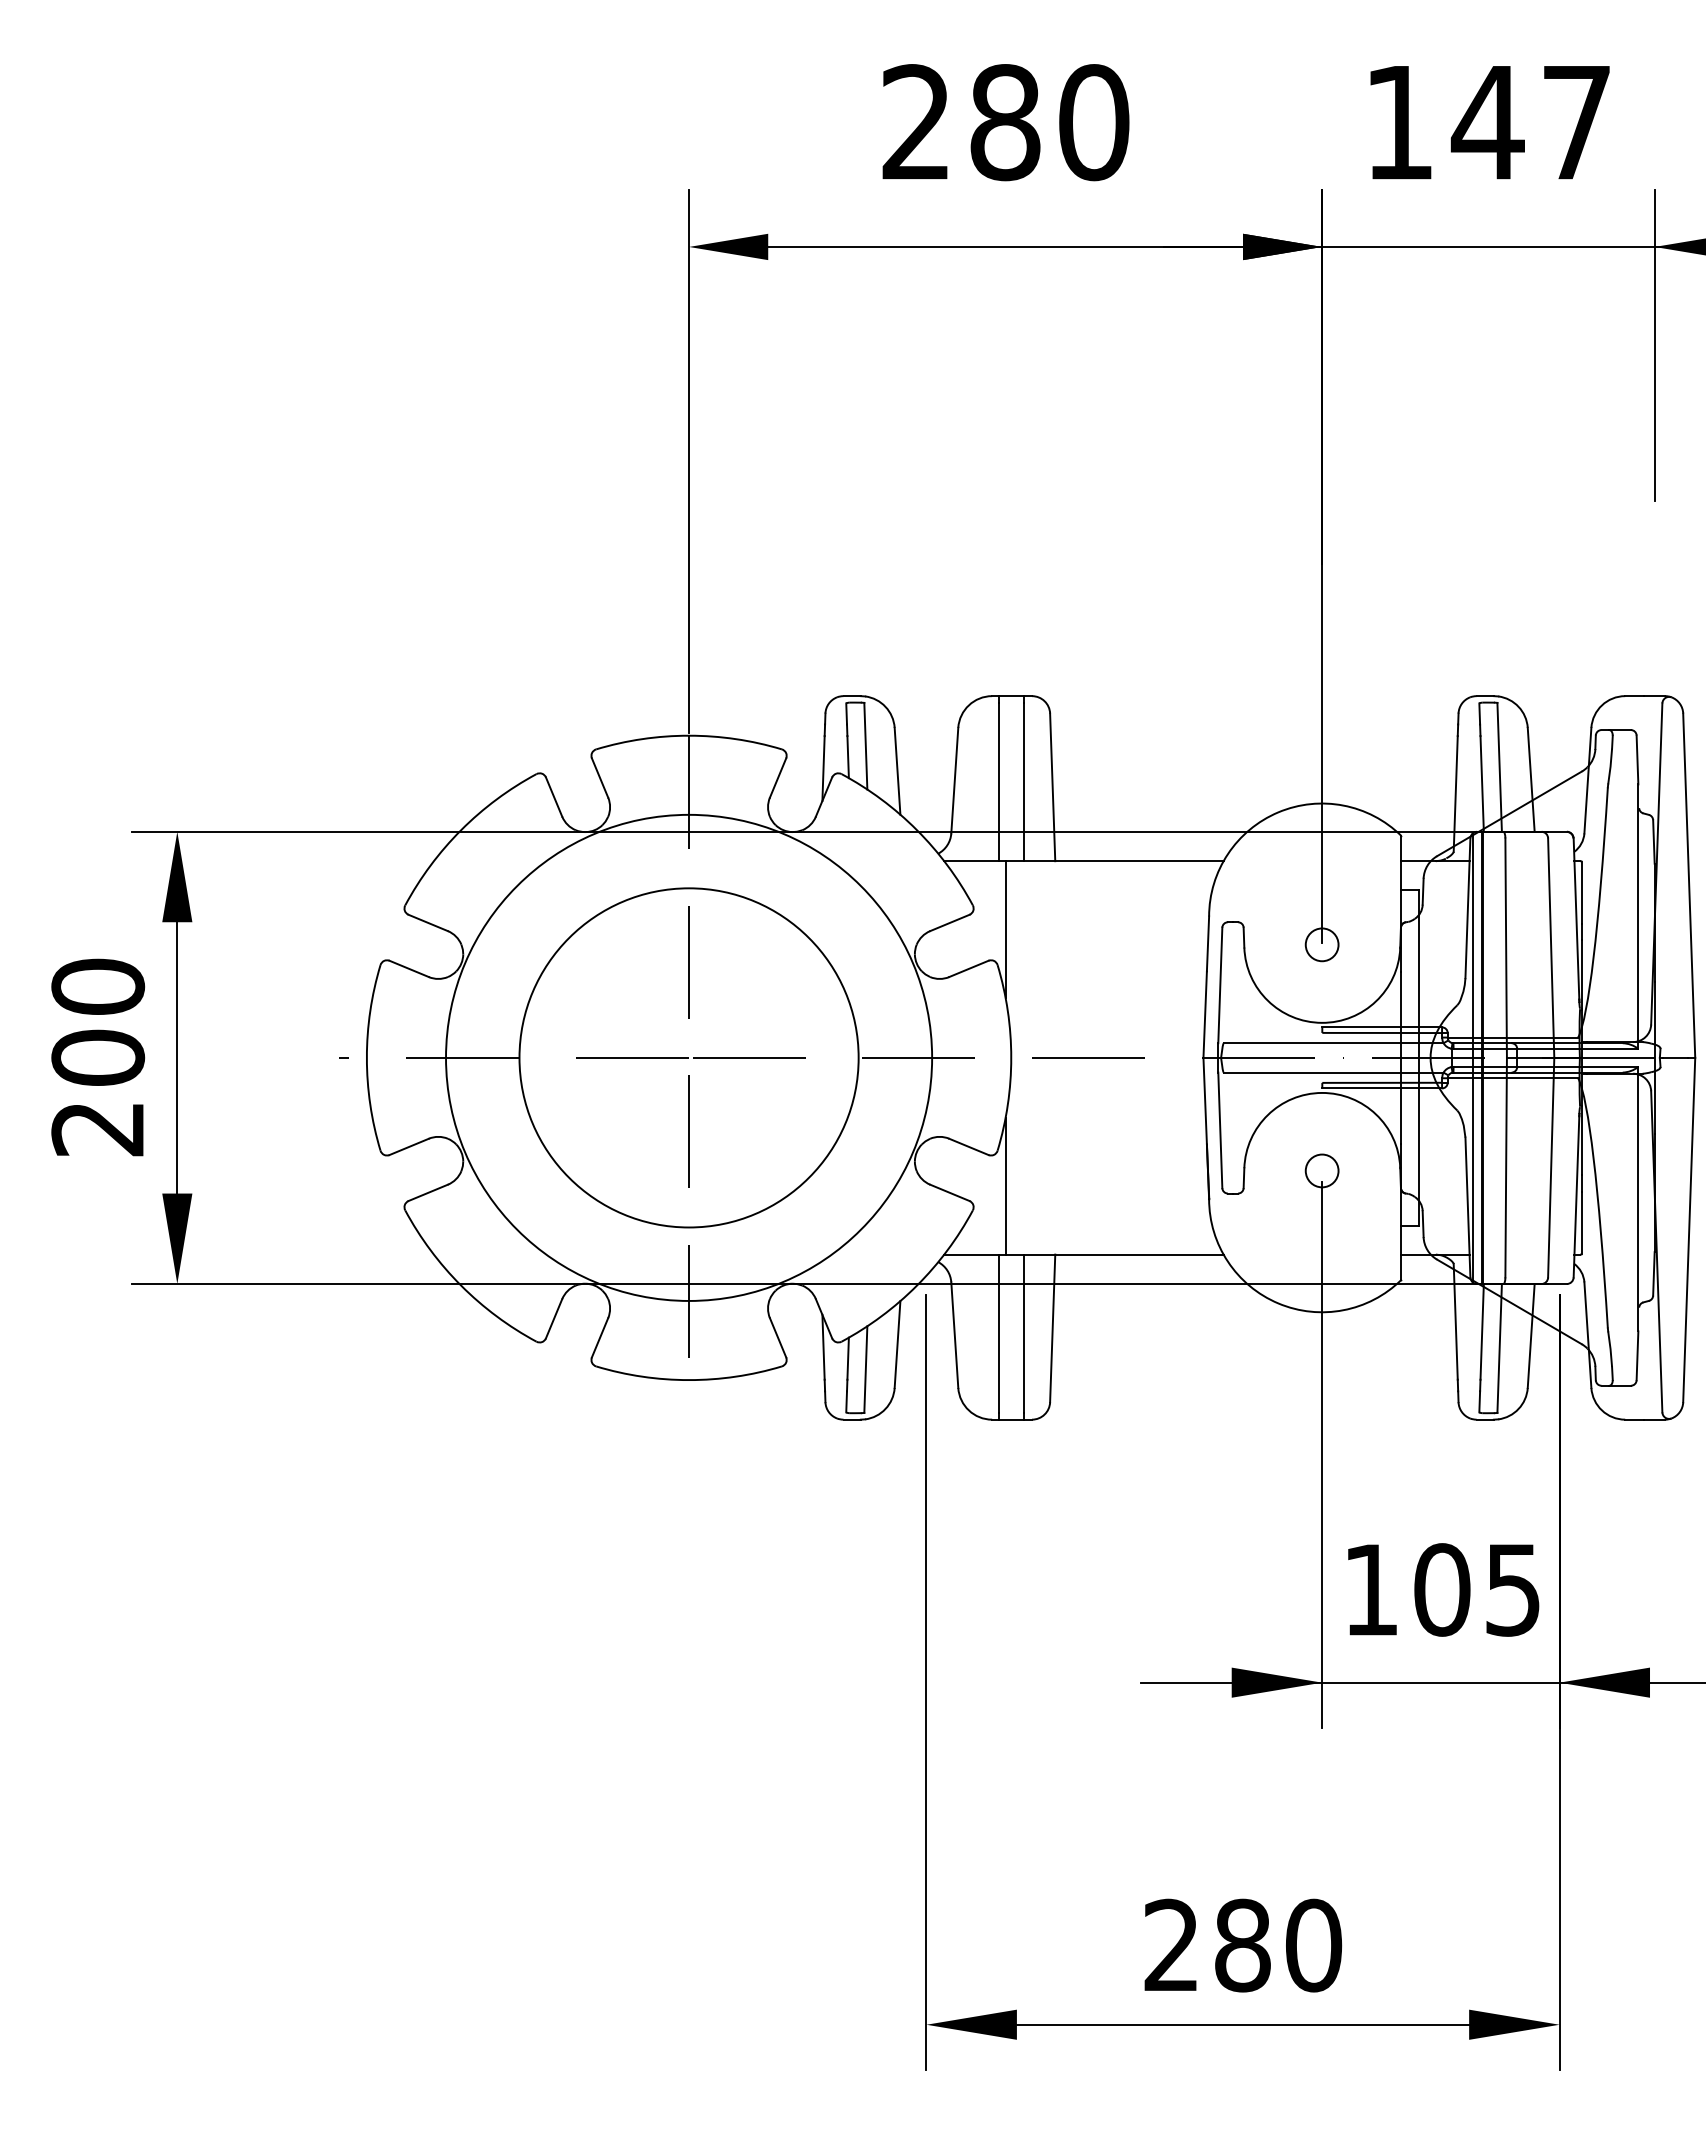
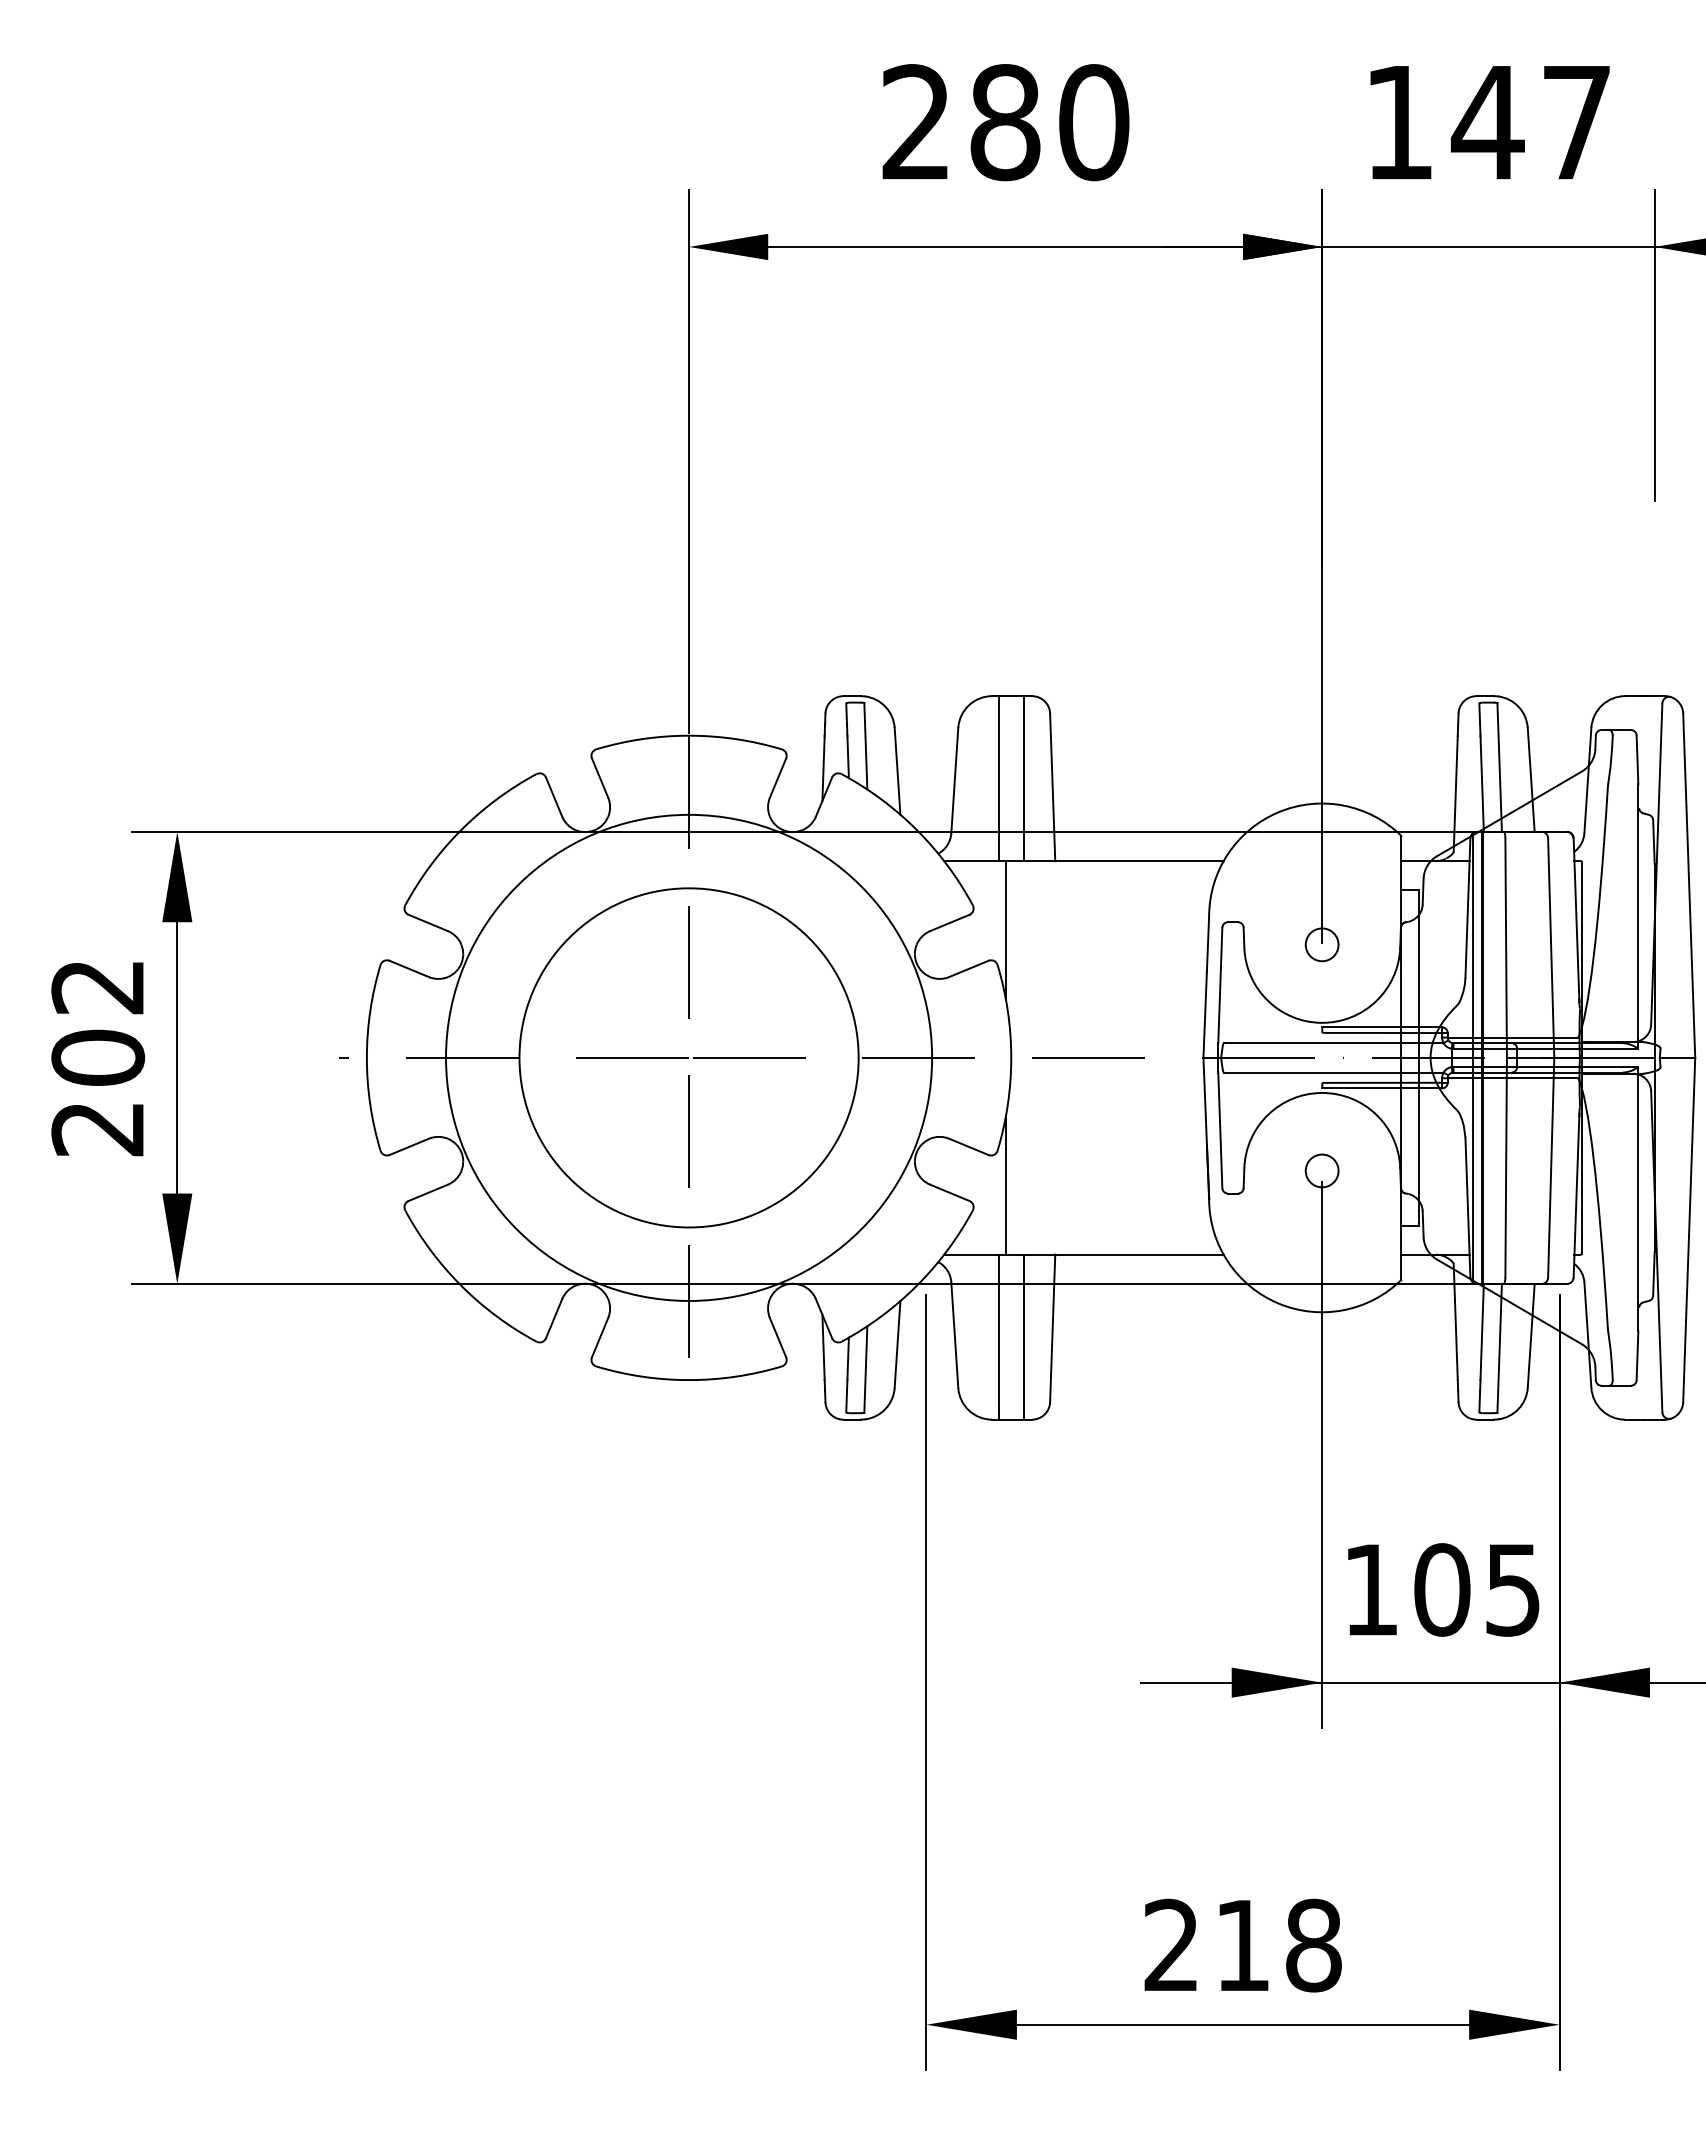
text at (98, 986): 200 -> 202
text at (1278, 1945): 280 -> 218
